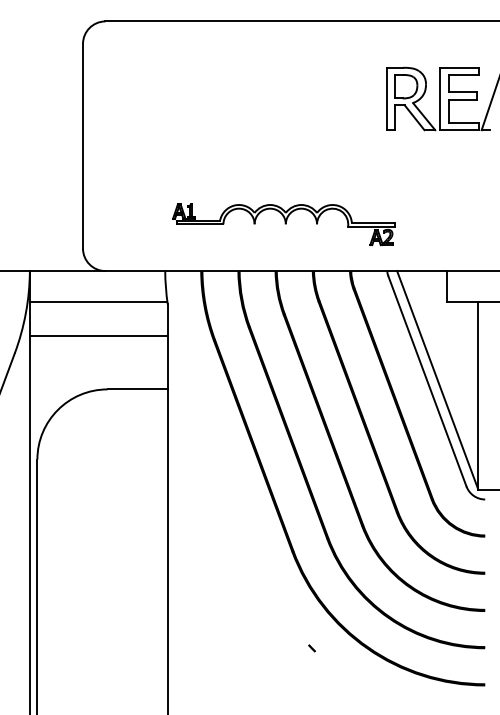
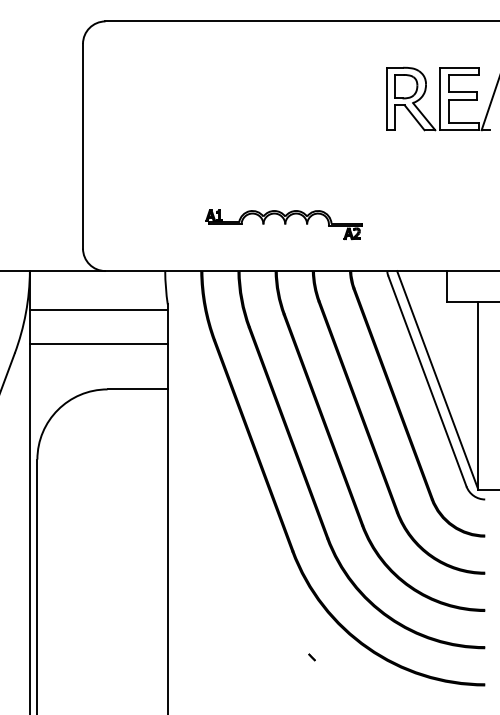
part at (283, 224) size: 224x44 px -> 158x32 px
line at (98, 302) position: (98, 302) -> (98, 310)
line at (98, 335) position: (98, 335) -> (98, 343)
part at (311, 648) position: (311, 648) -> (311, 657)
